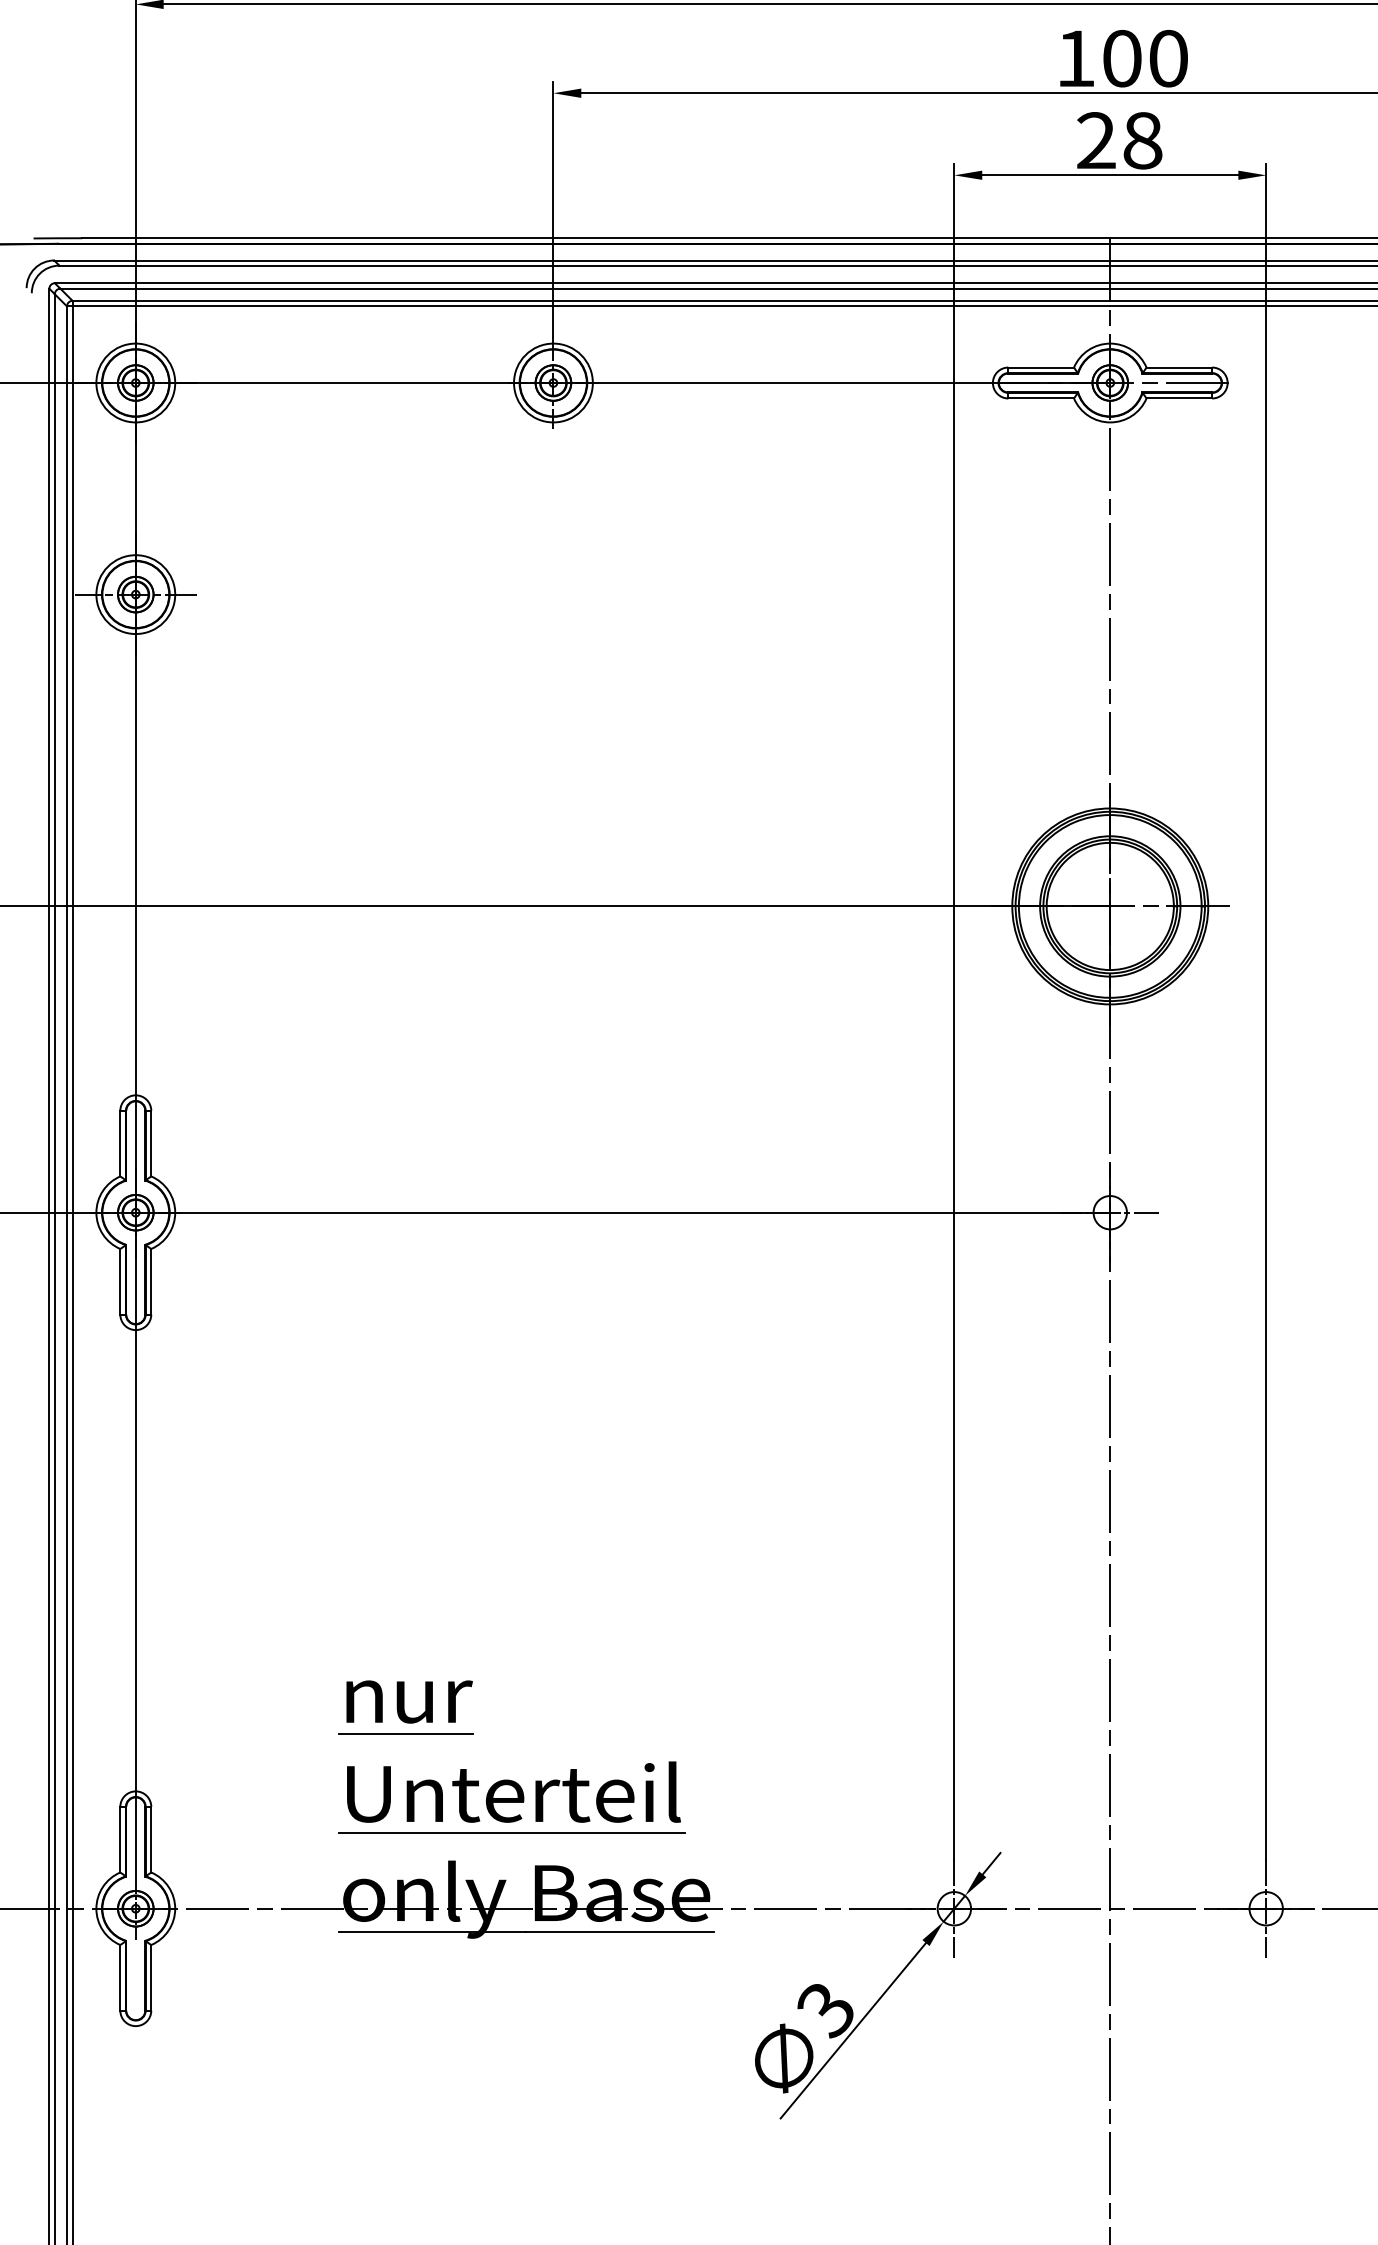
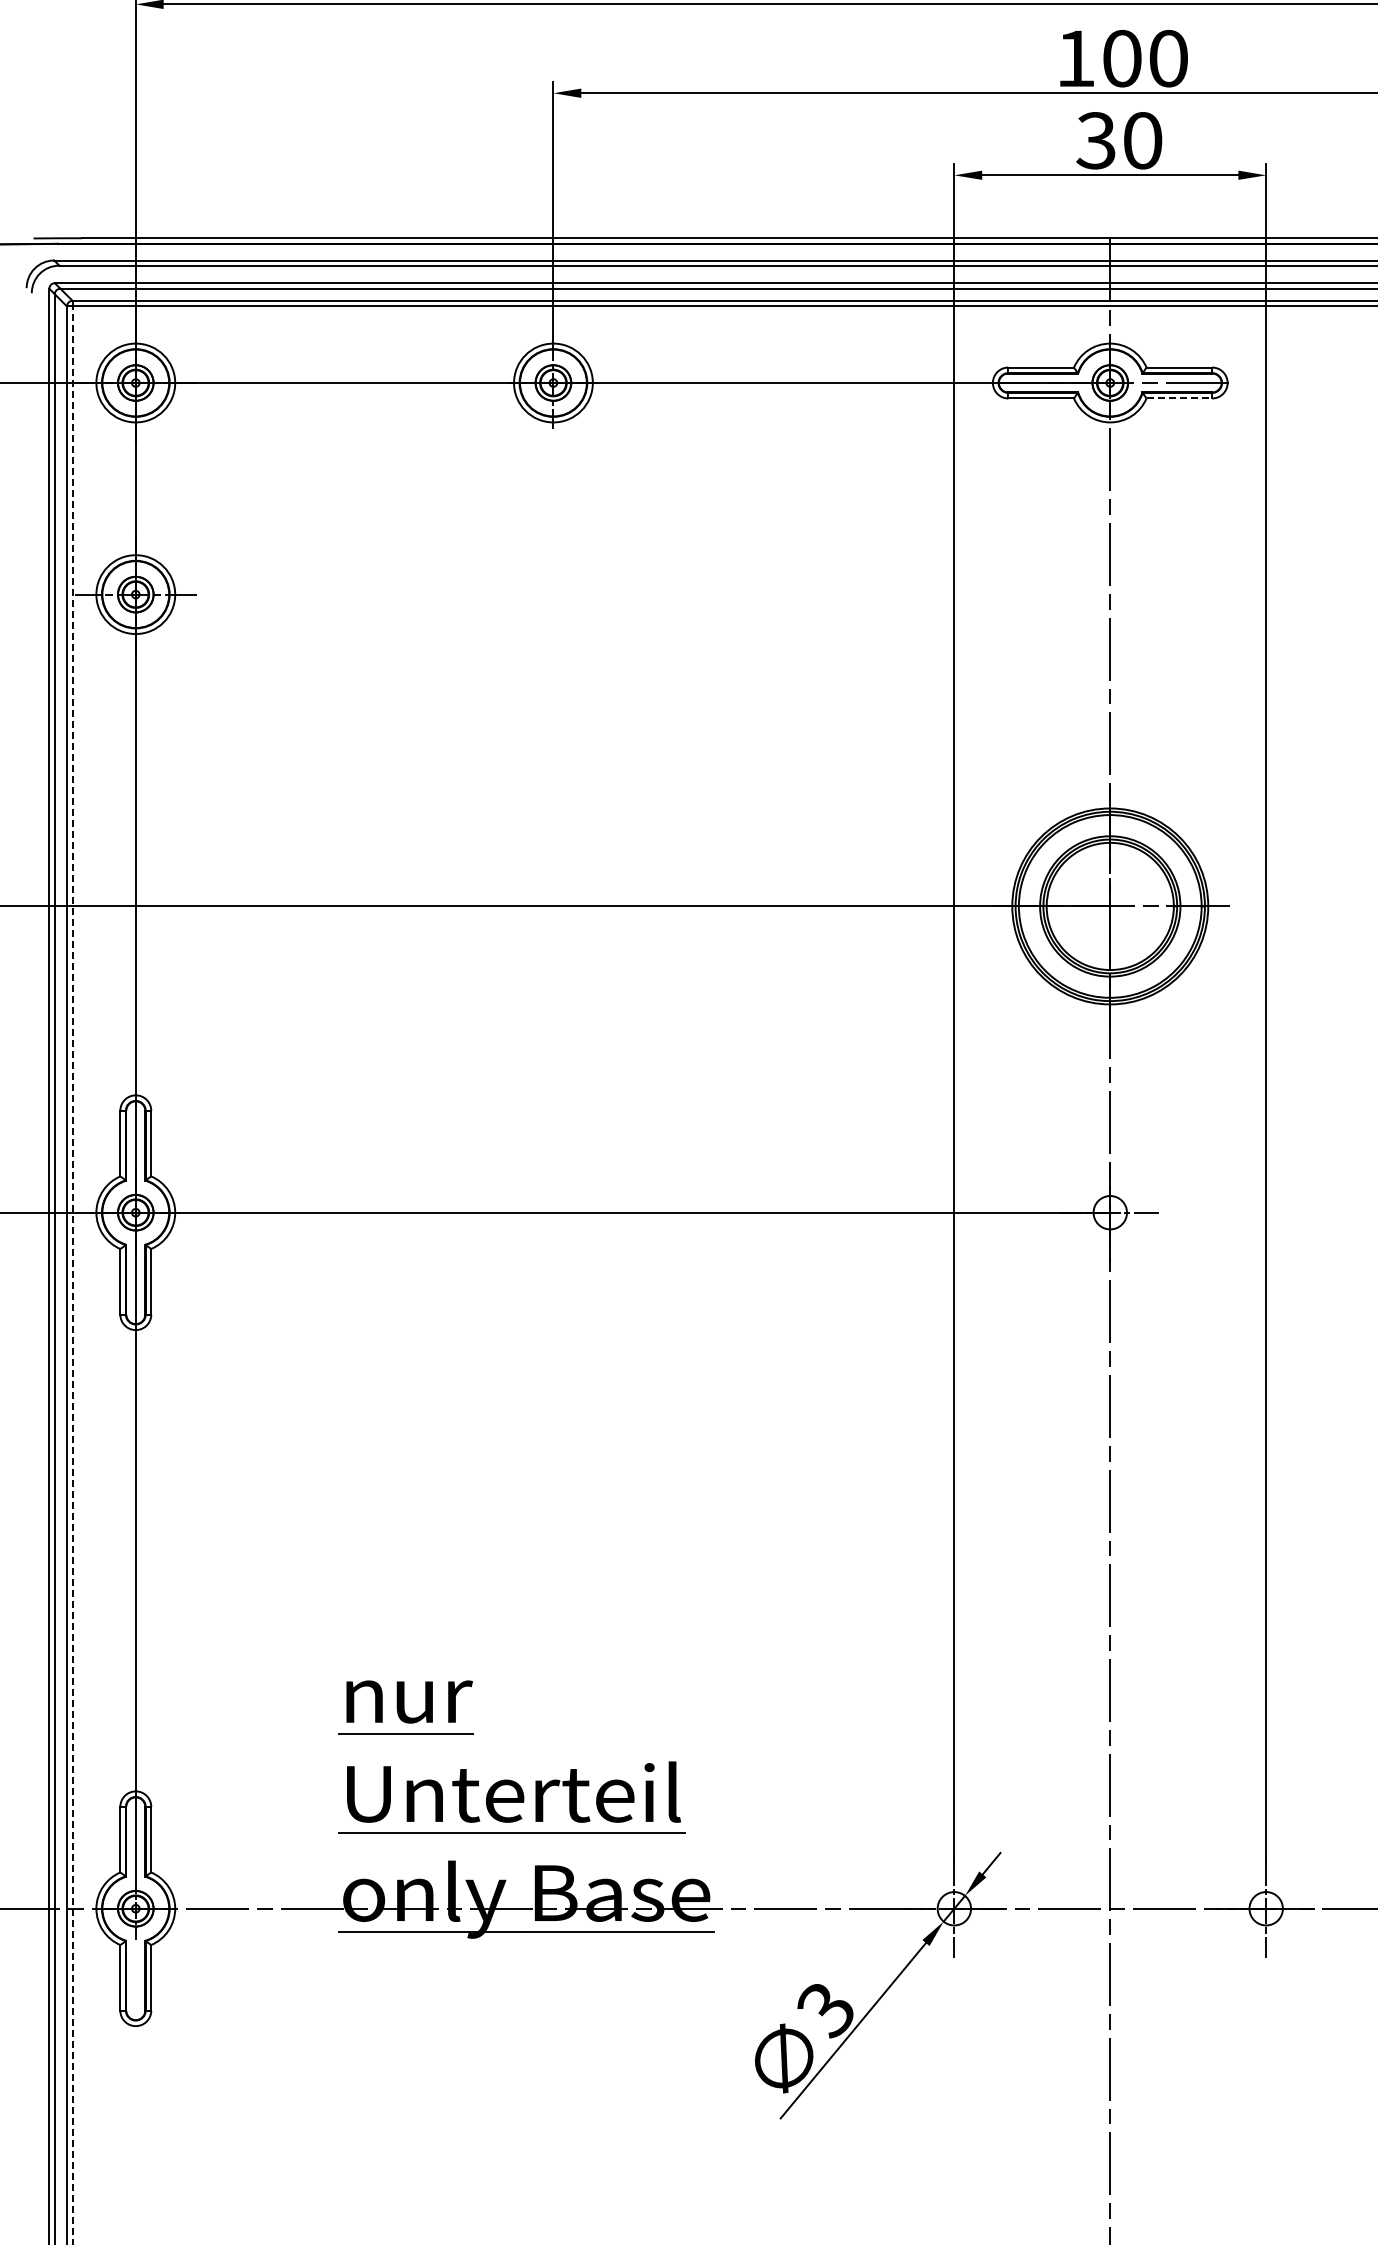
text at (1119, 140): 28 -> 30
line at (1179, 398): solid -> dashed
line at (72, 1275): solid -> dashed
